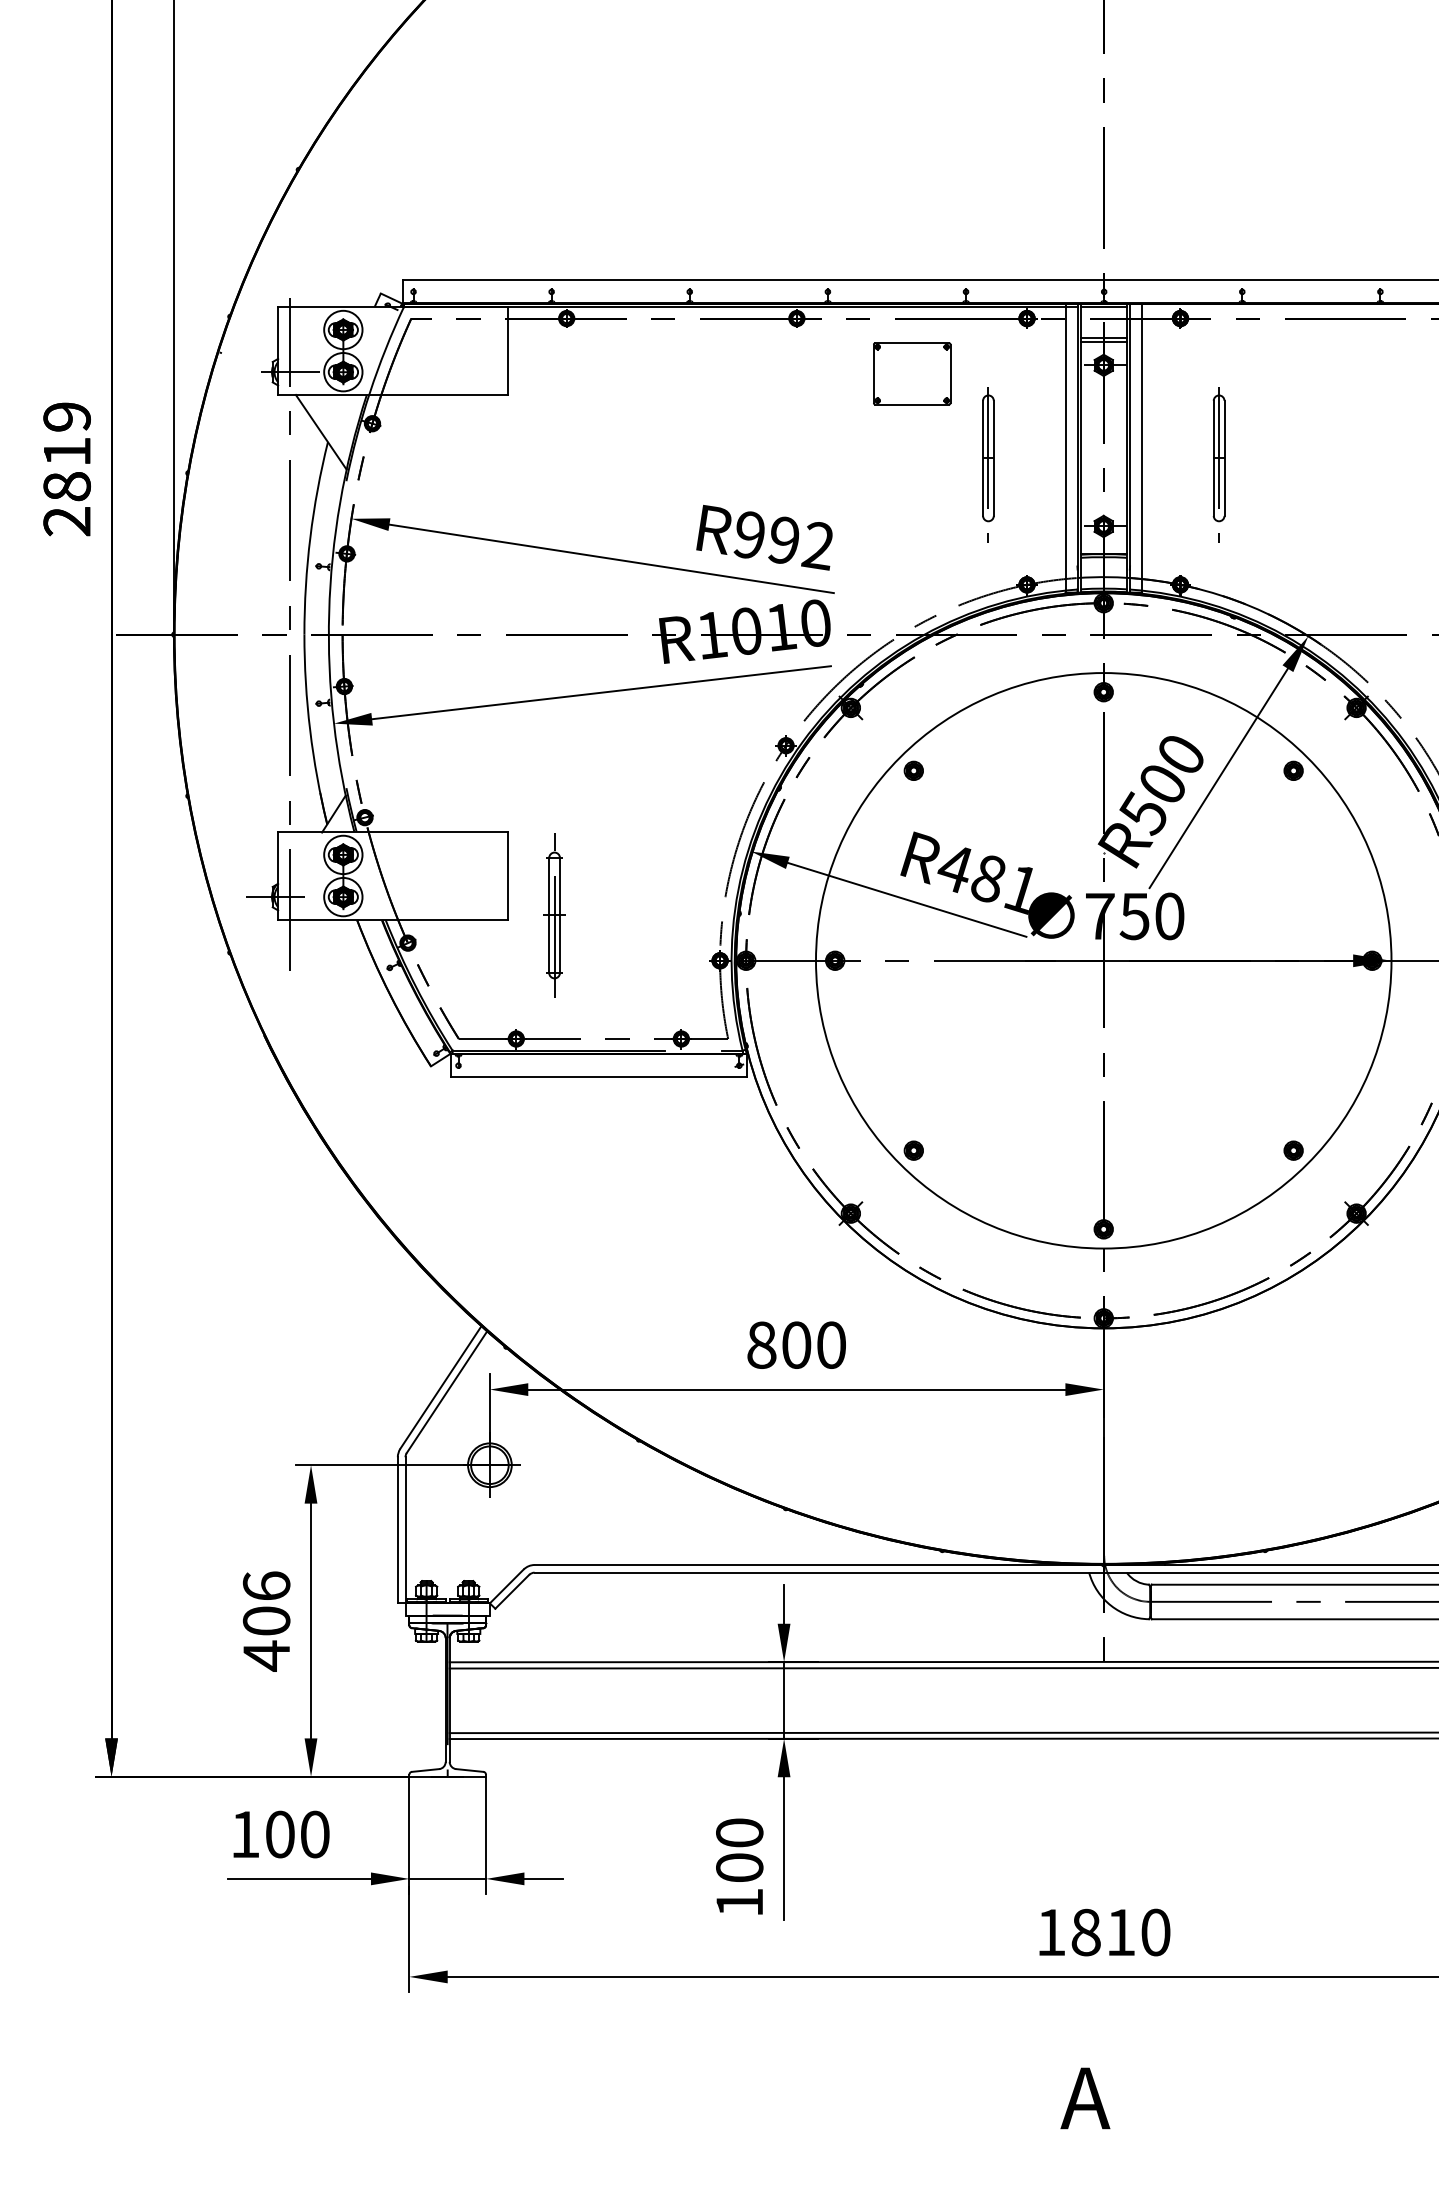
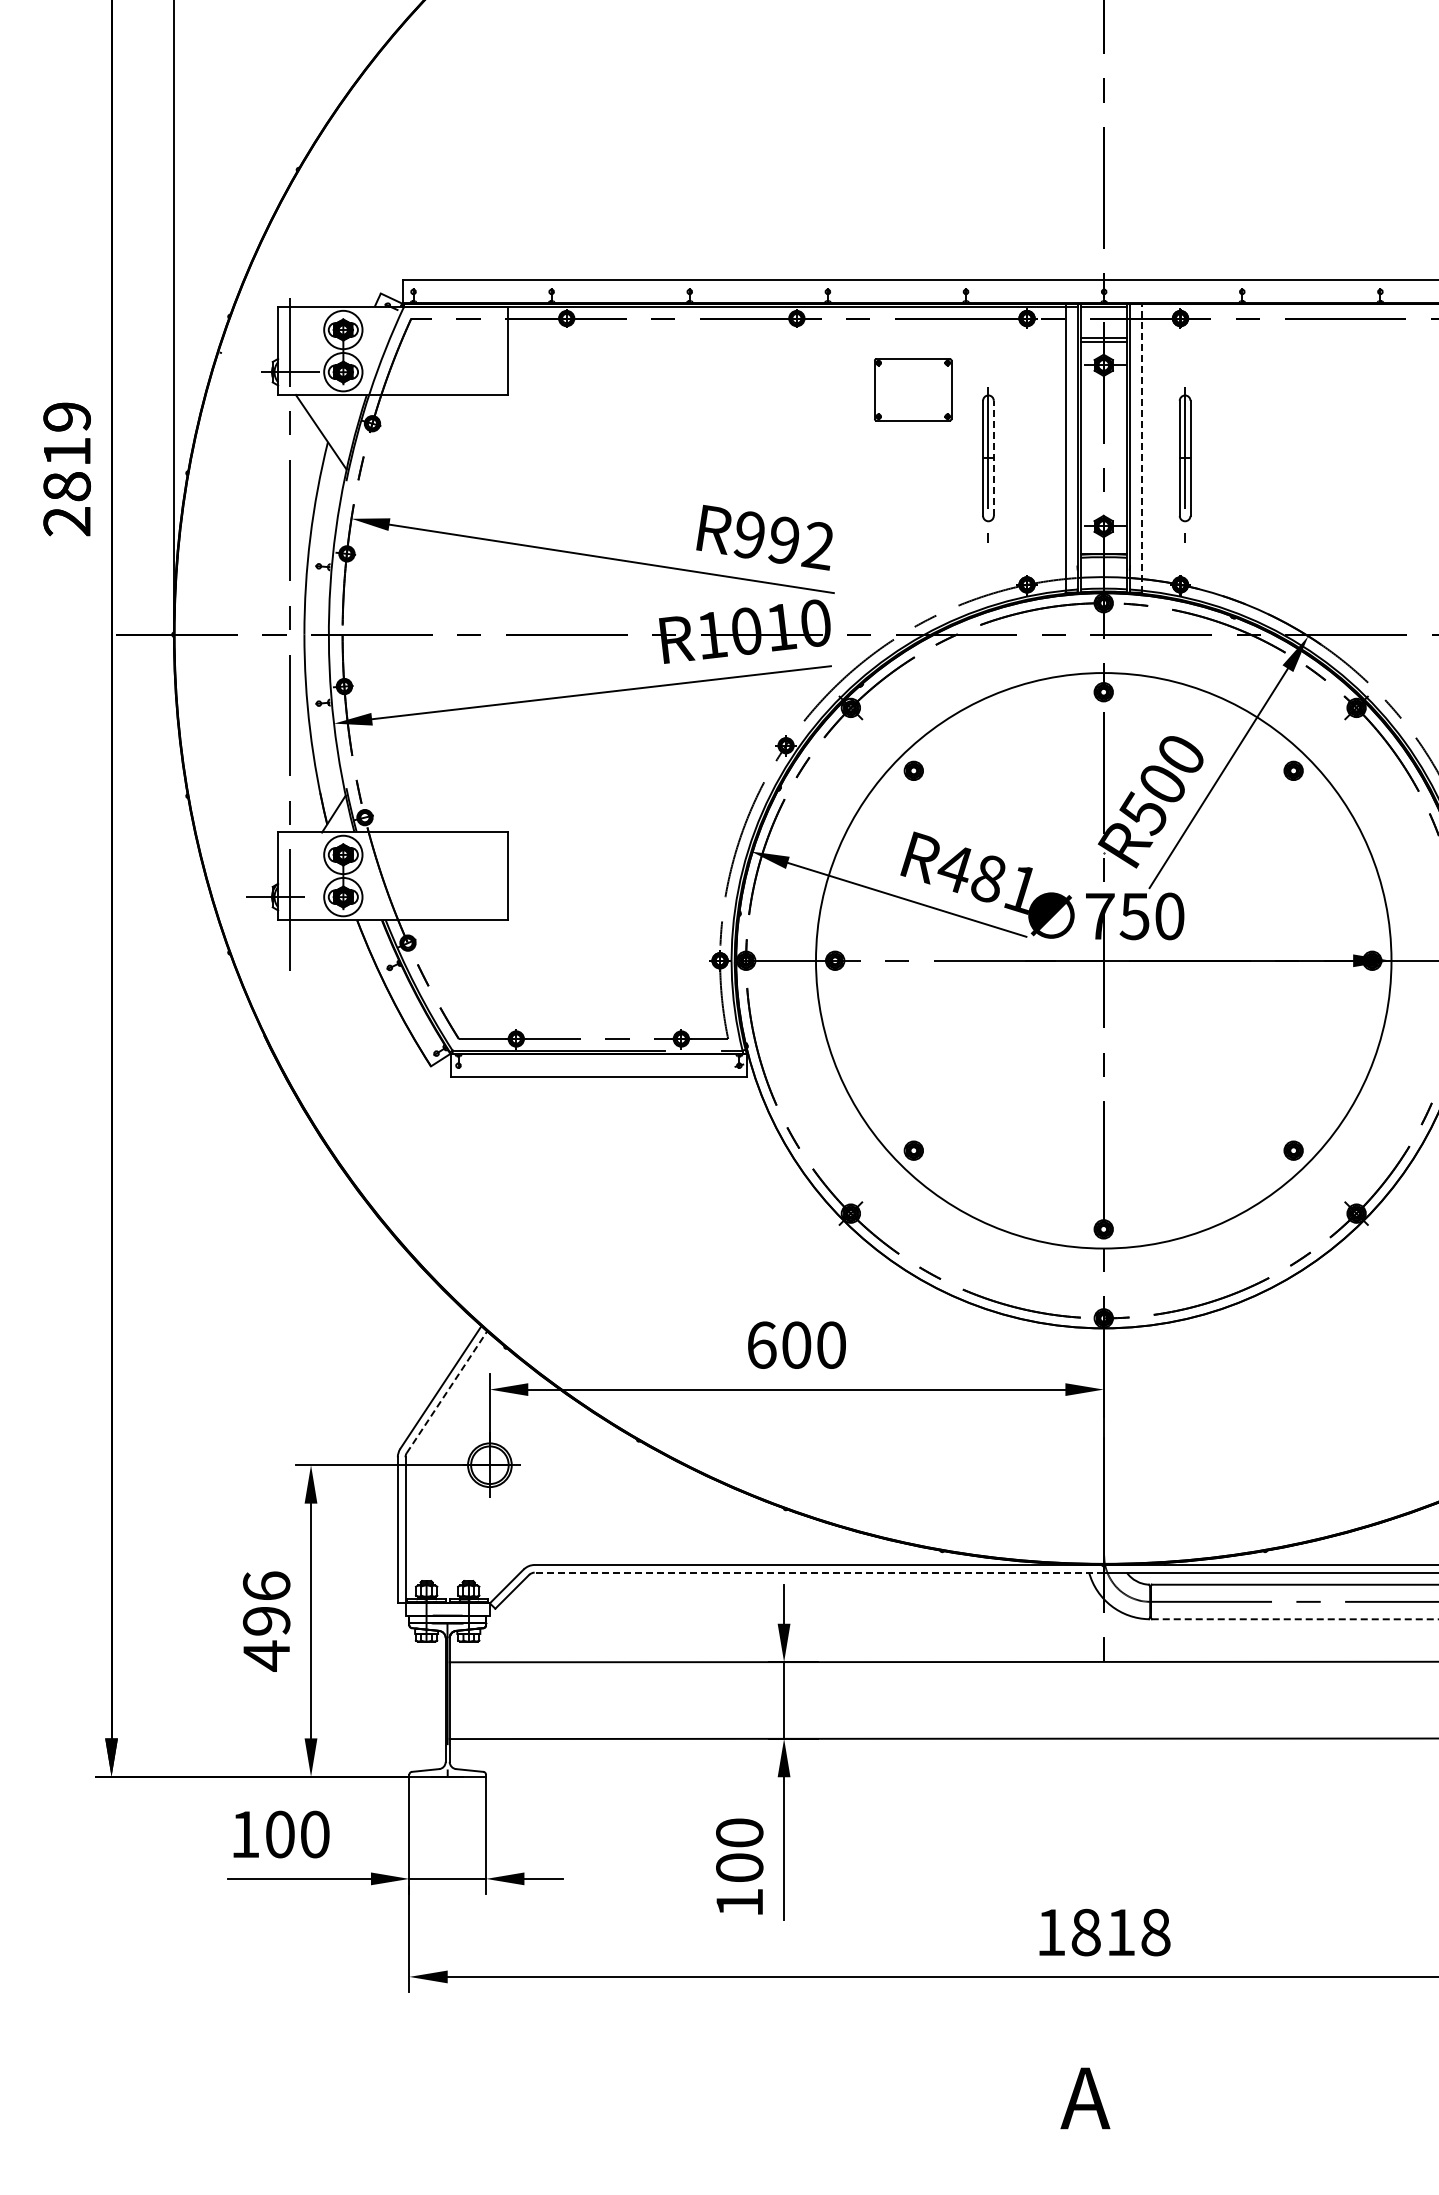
part at (912, 373) position: (912, 373) -> (913, 389)
line at (1142, 447): solid -> dashed
line at (993, 458): solid -> dashed
part at (1218, 464) position: (1218, 464) -> (1184, 464)
part at (554, 915): present -> none
text at (761, 1344): 800 -> 600
line at (446, 1392): solid -> dashed
line at (819, 1572): solid -> dashed
line at (1295, 1619): solid -> dashed
text at (266, 1620): 406 -> 496
line at (942, 1667): present -> none
line at (942, 1732): present -> none
text at (1155, 1932): 1810 -> 1818
